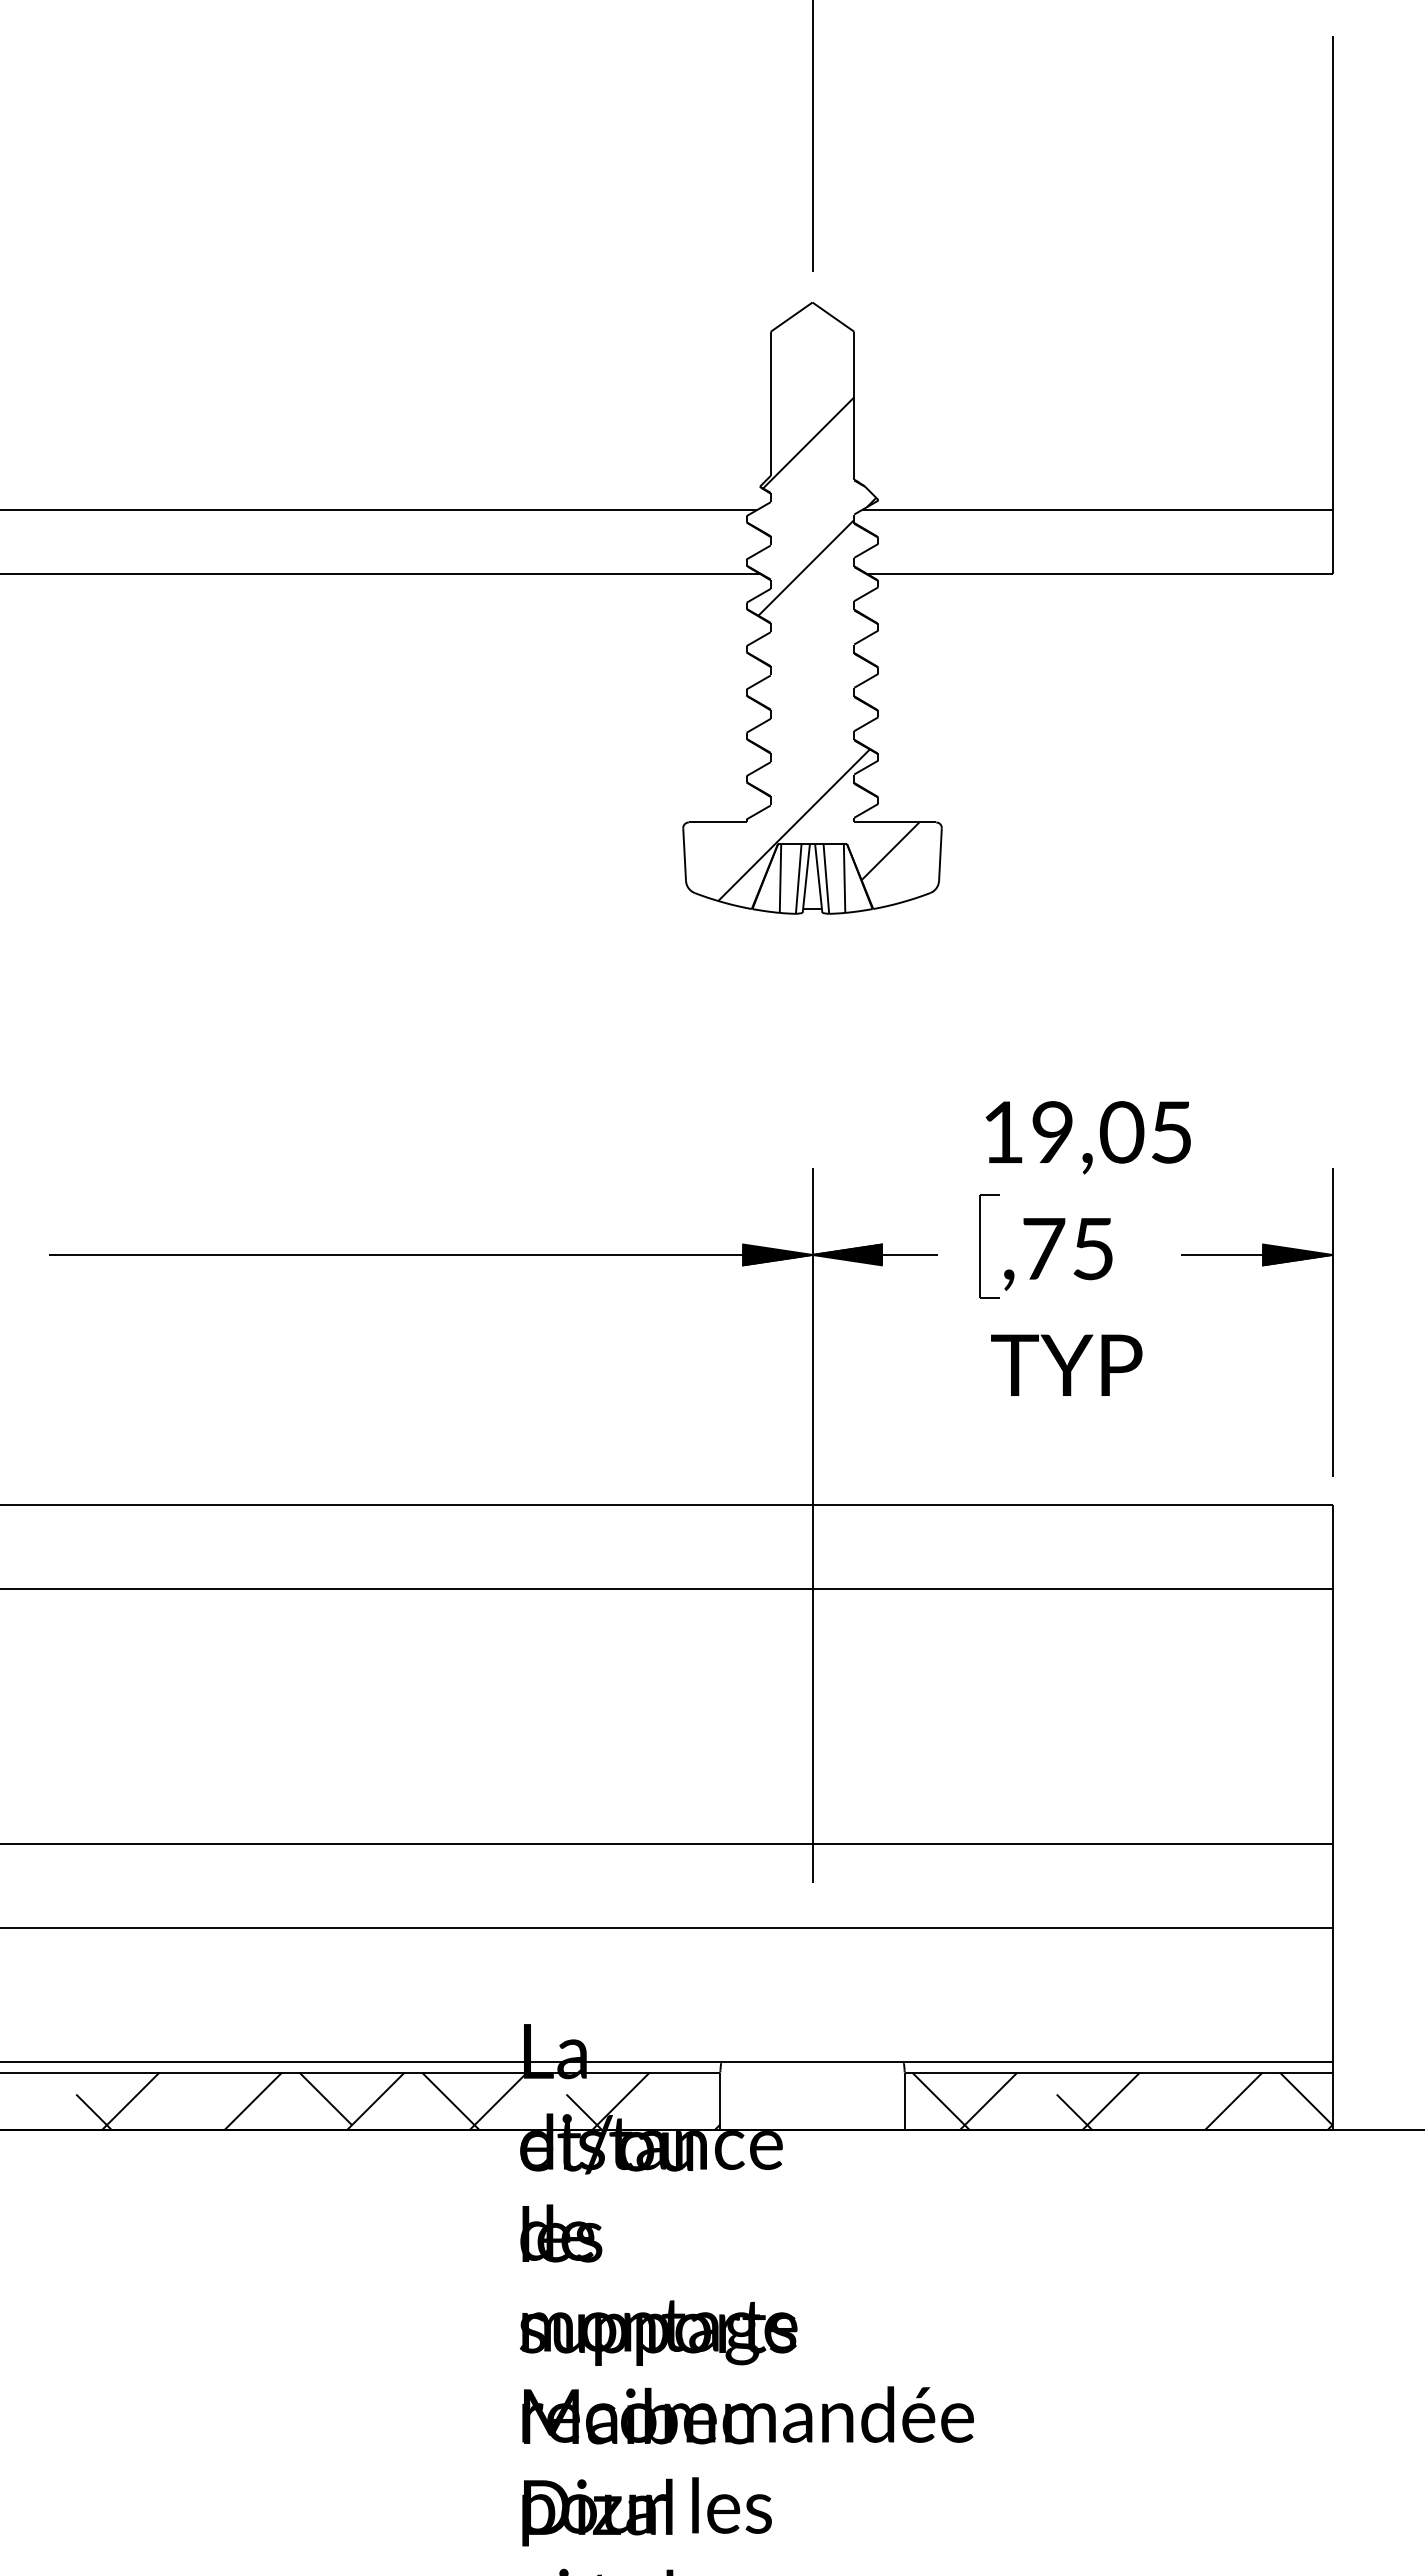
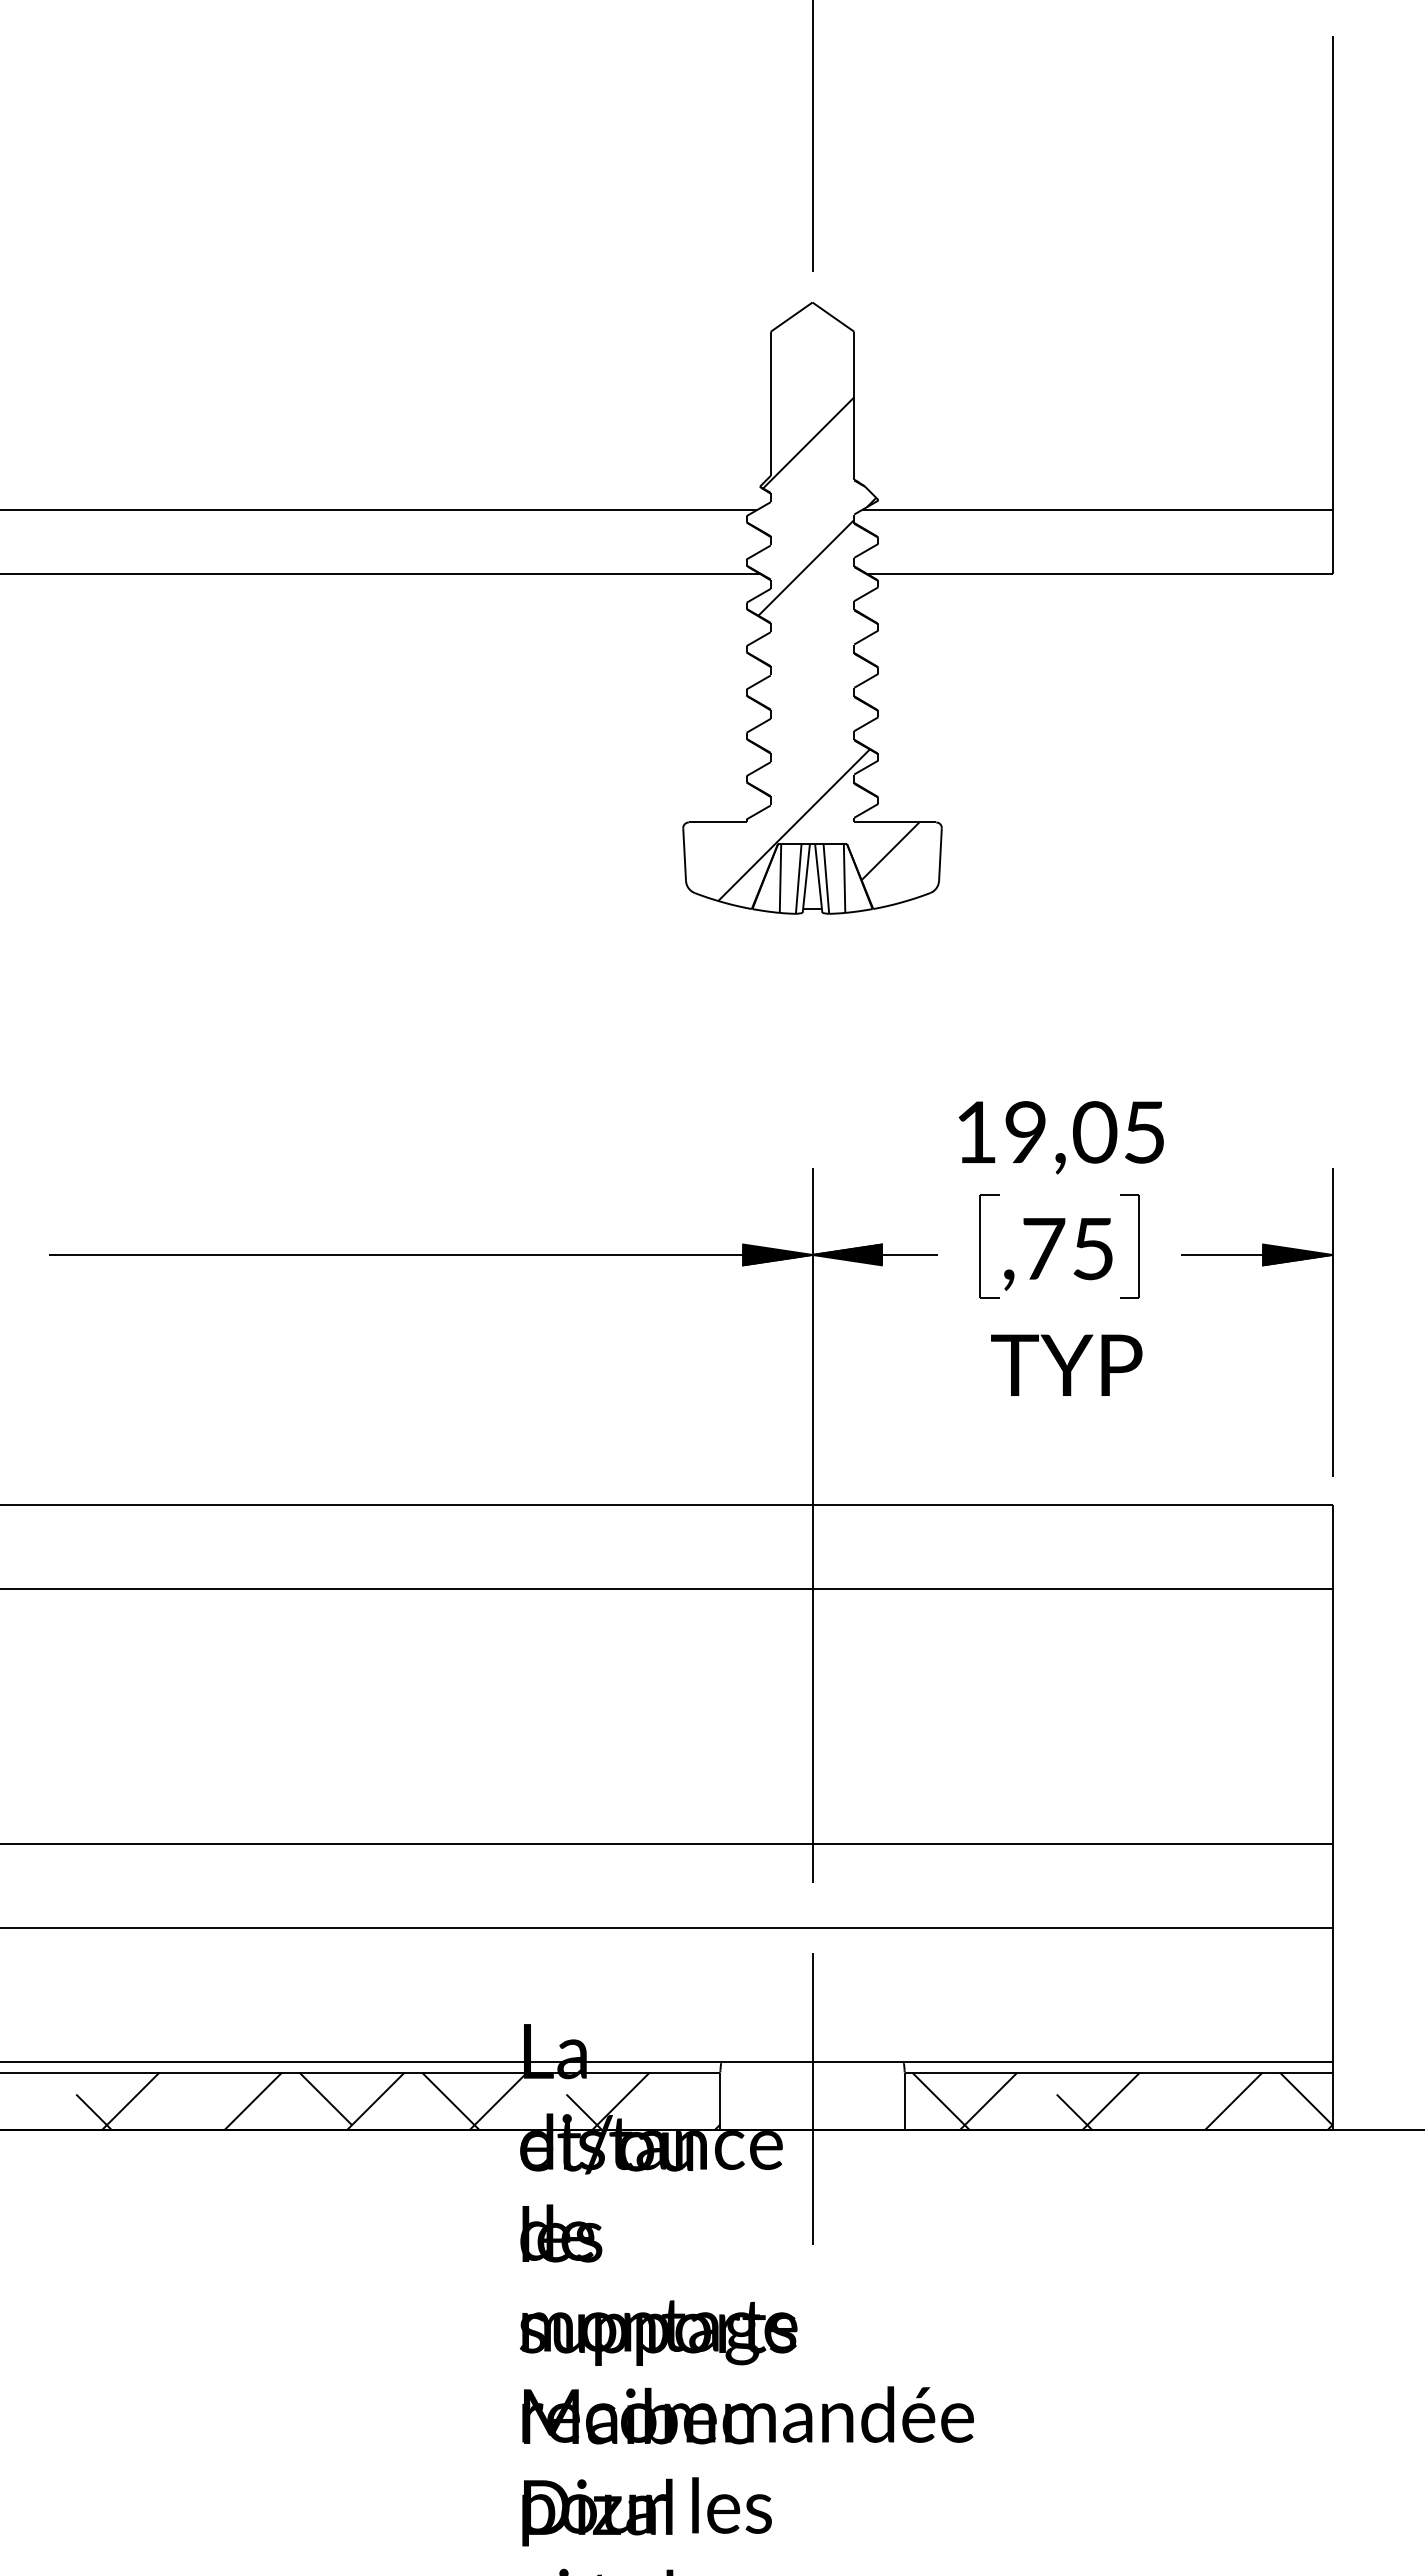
text at (1087, 1137) position: (1087, 1137) -> (1060, 1137)
part at (1138, 1246): none -> present
line at (812, 2099): none -> present
